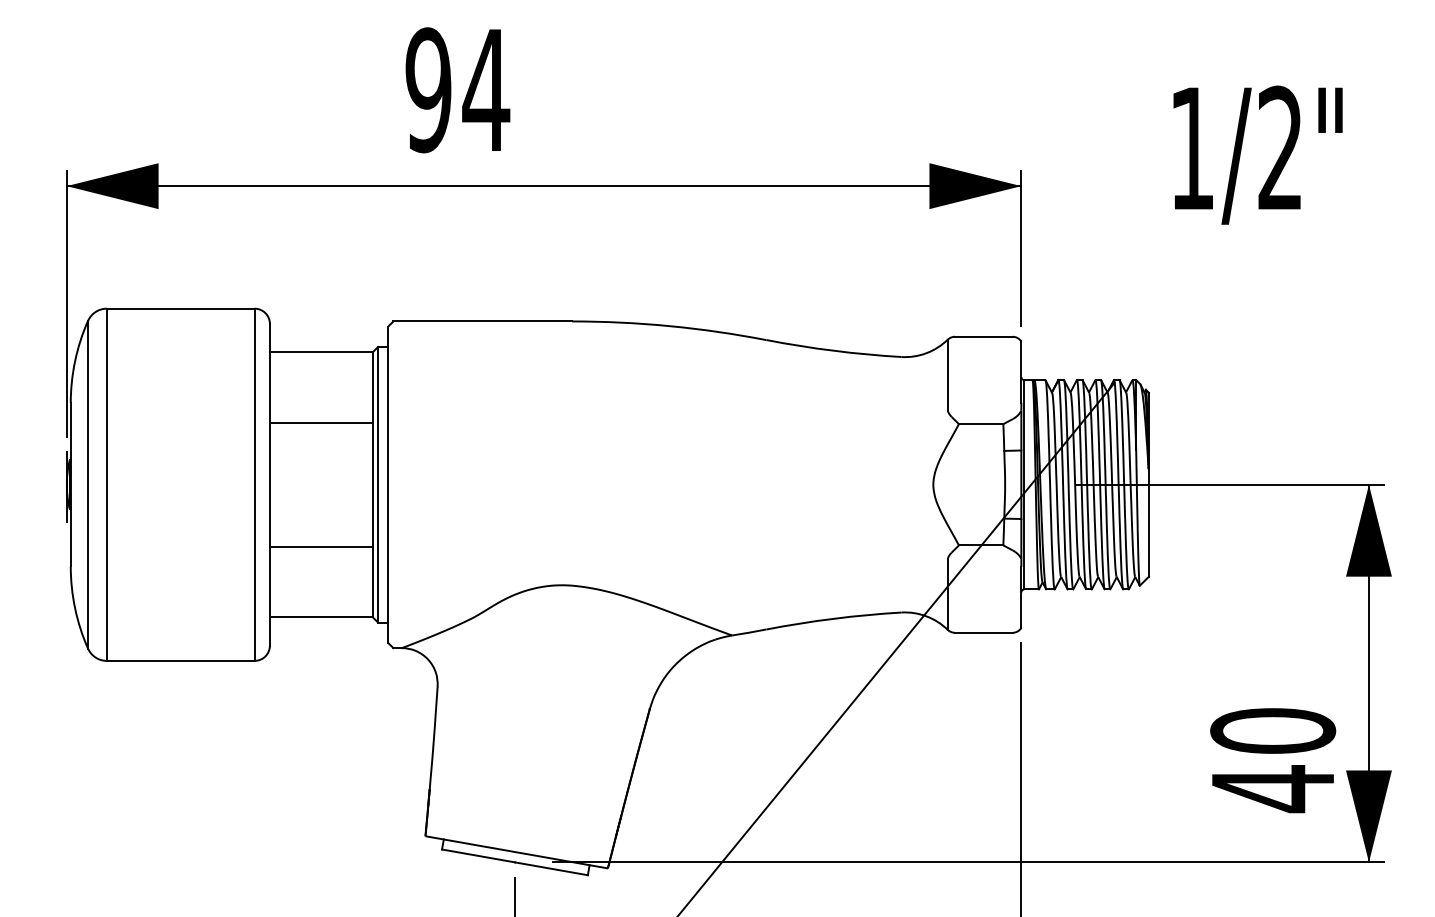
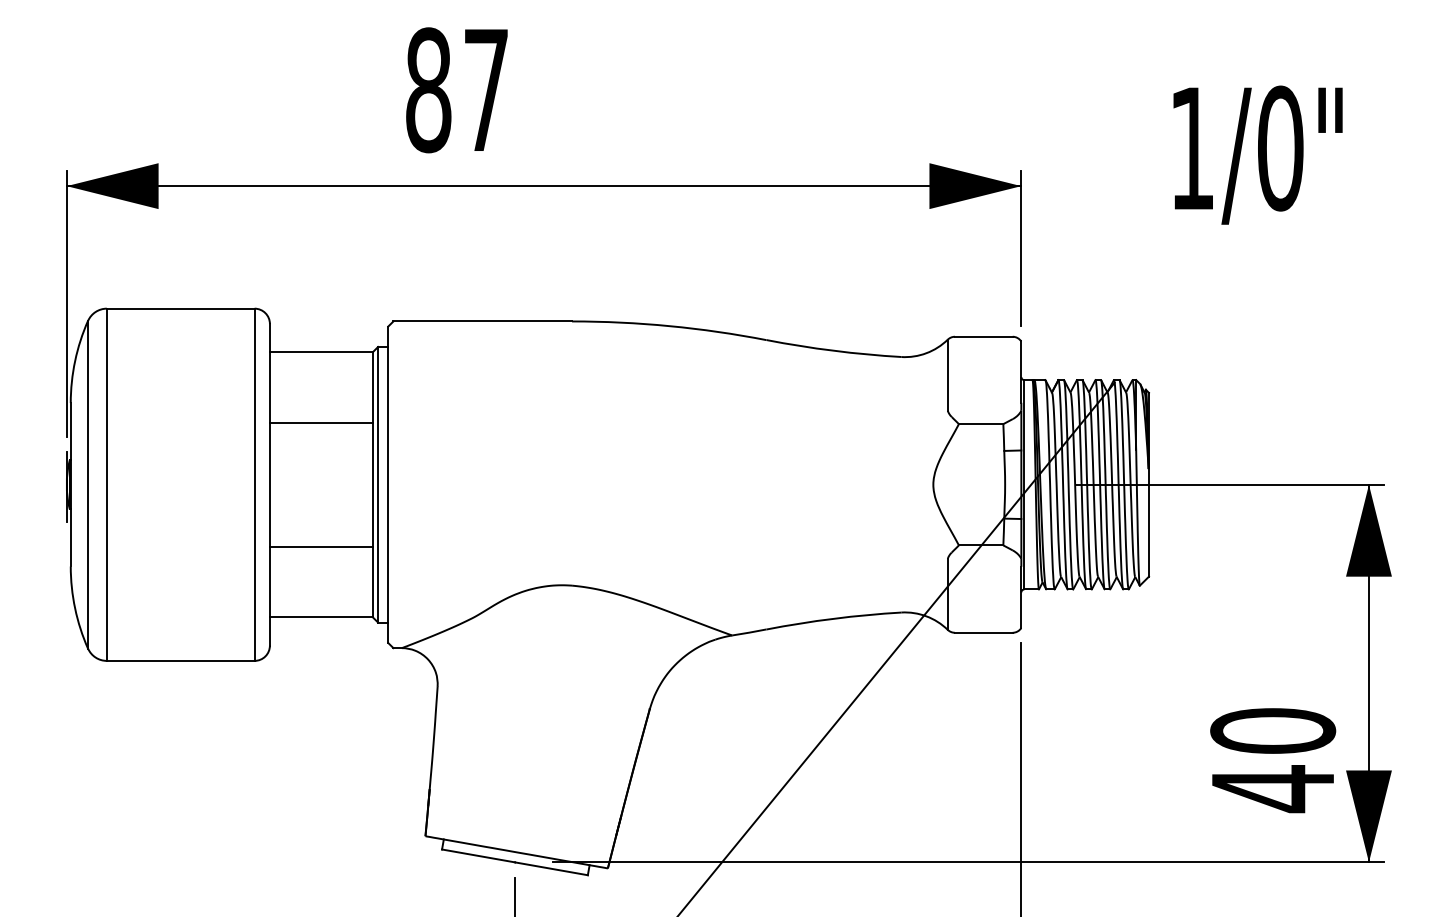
text at (457, 90): 94 -> 87
text at (1280, 148): 1/2" -> 1/0"
